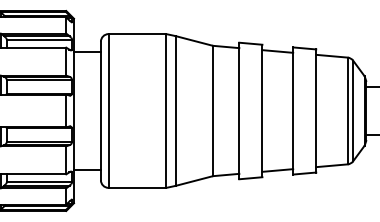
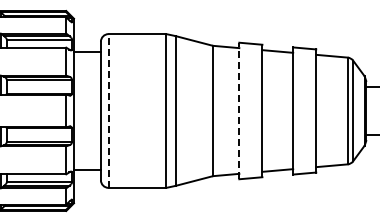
line at (108, 110): solid -> dashed
line at (239, 110): solid -> dashed
